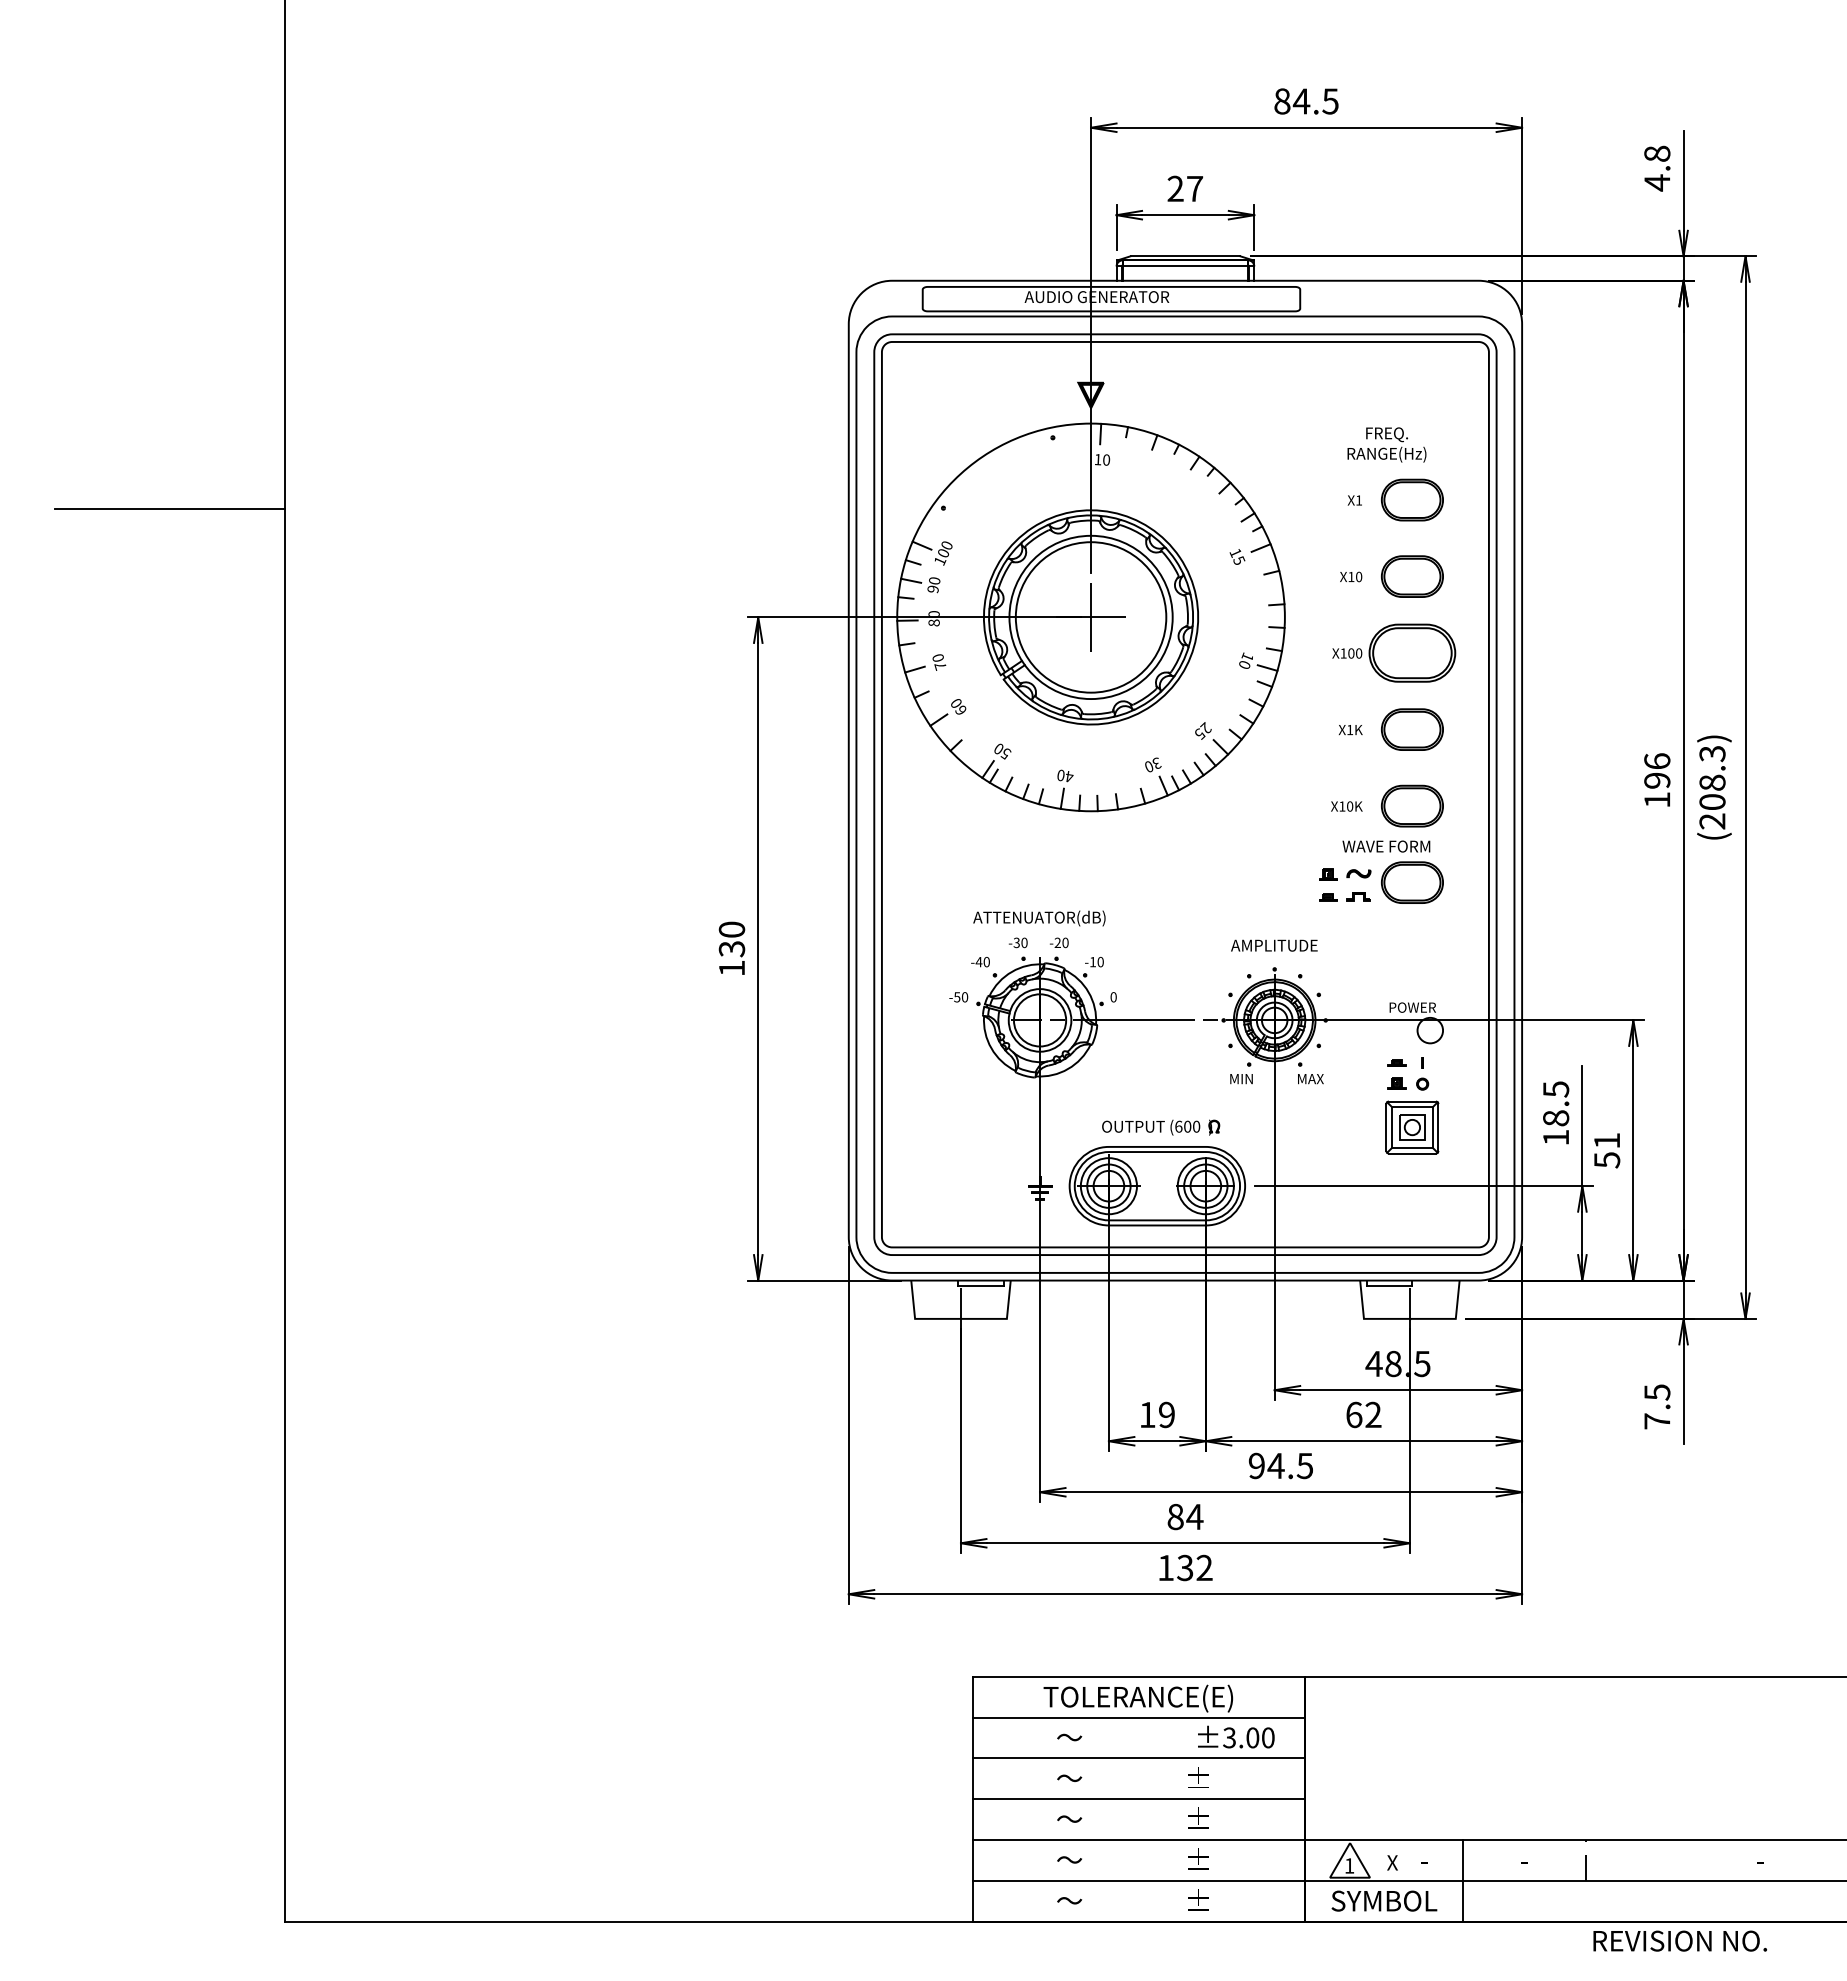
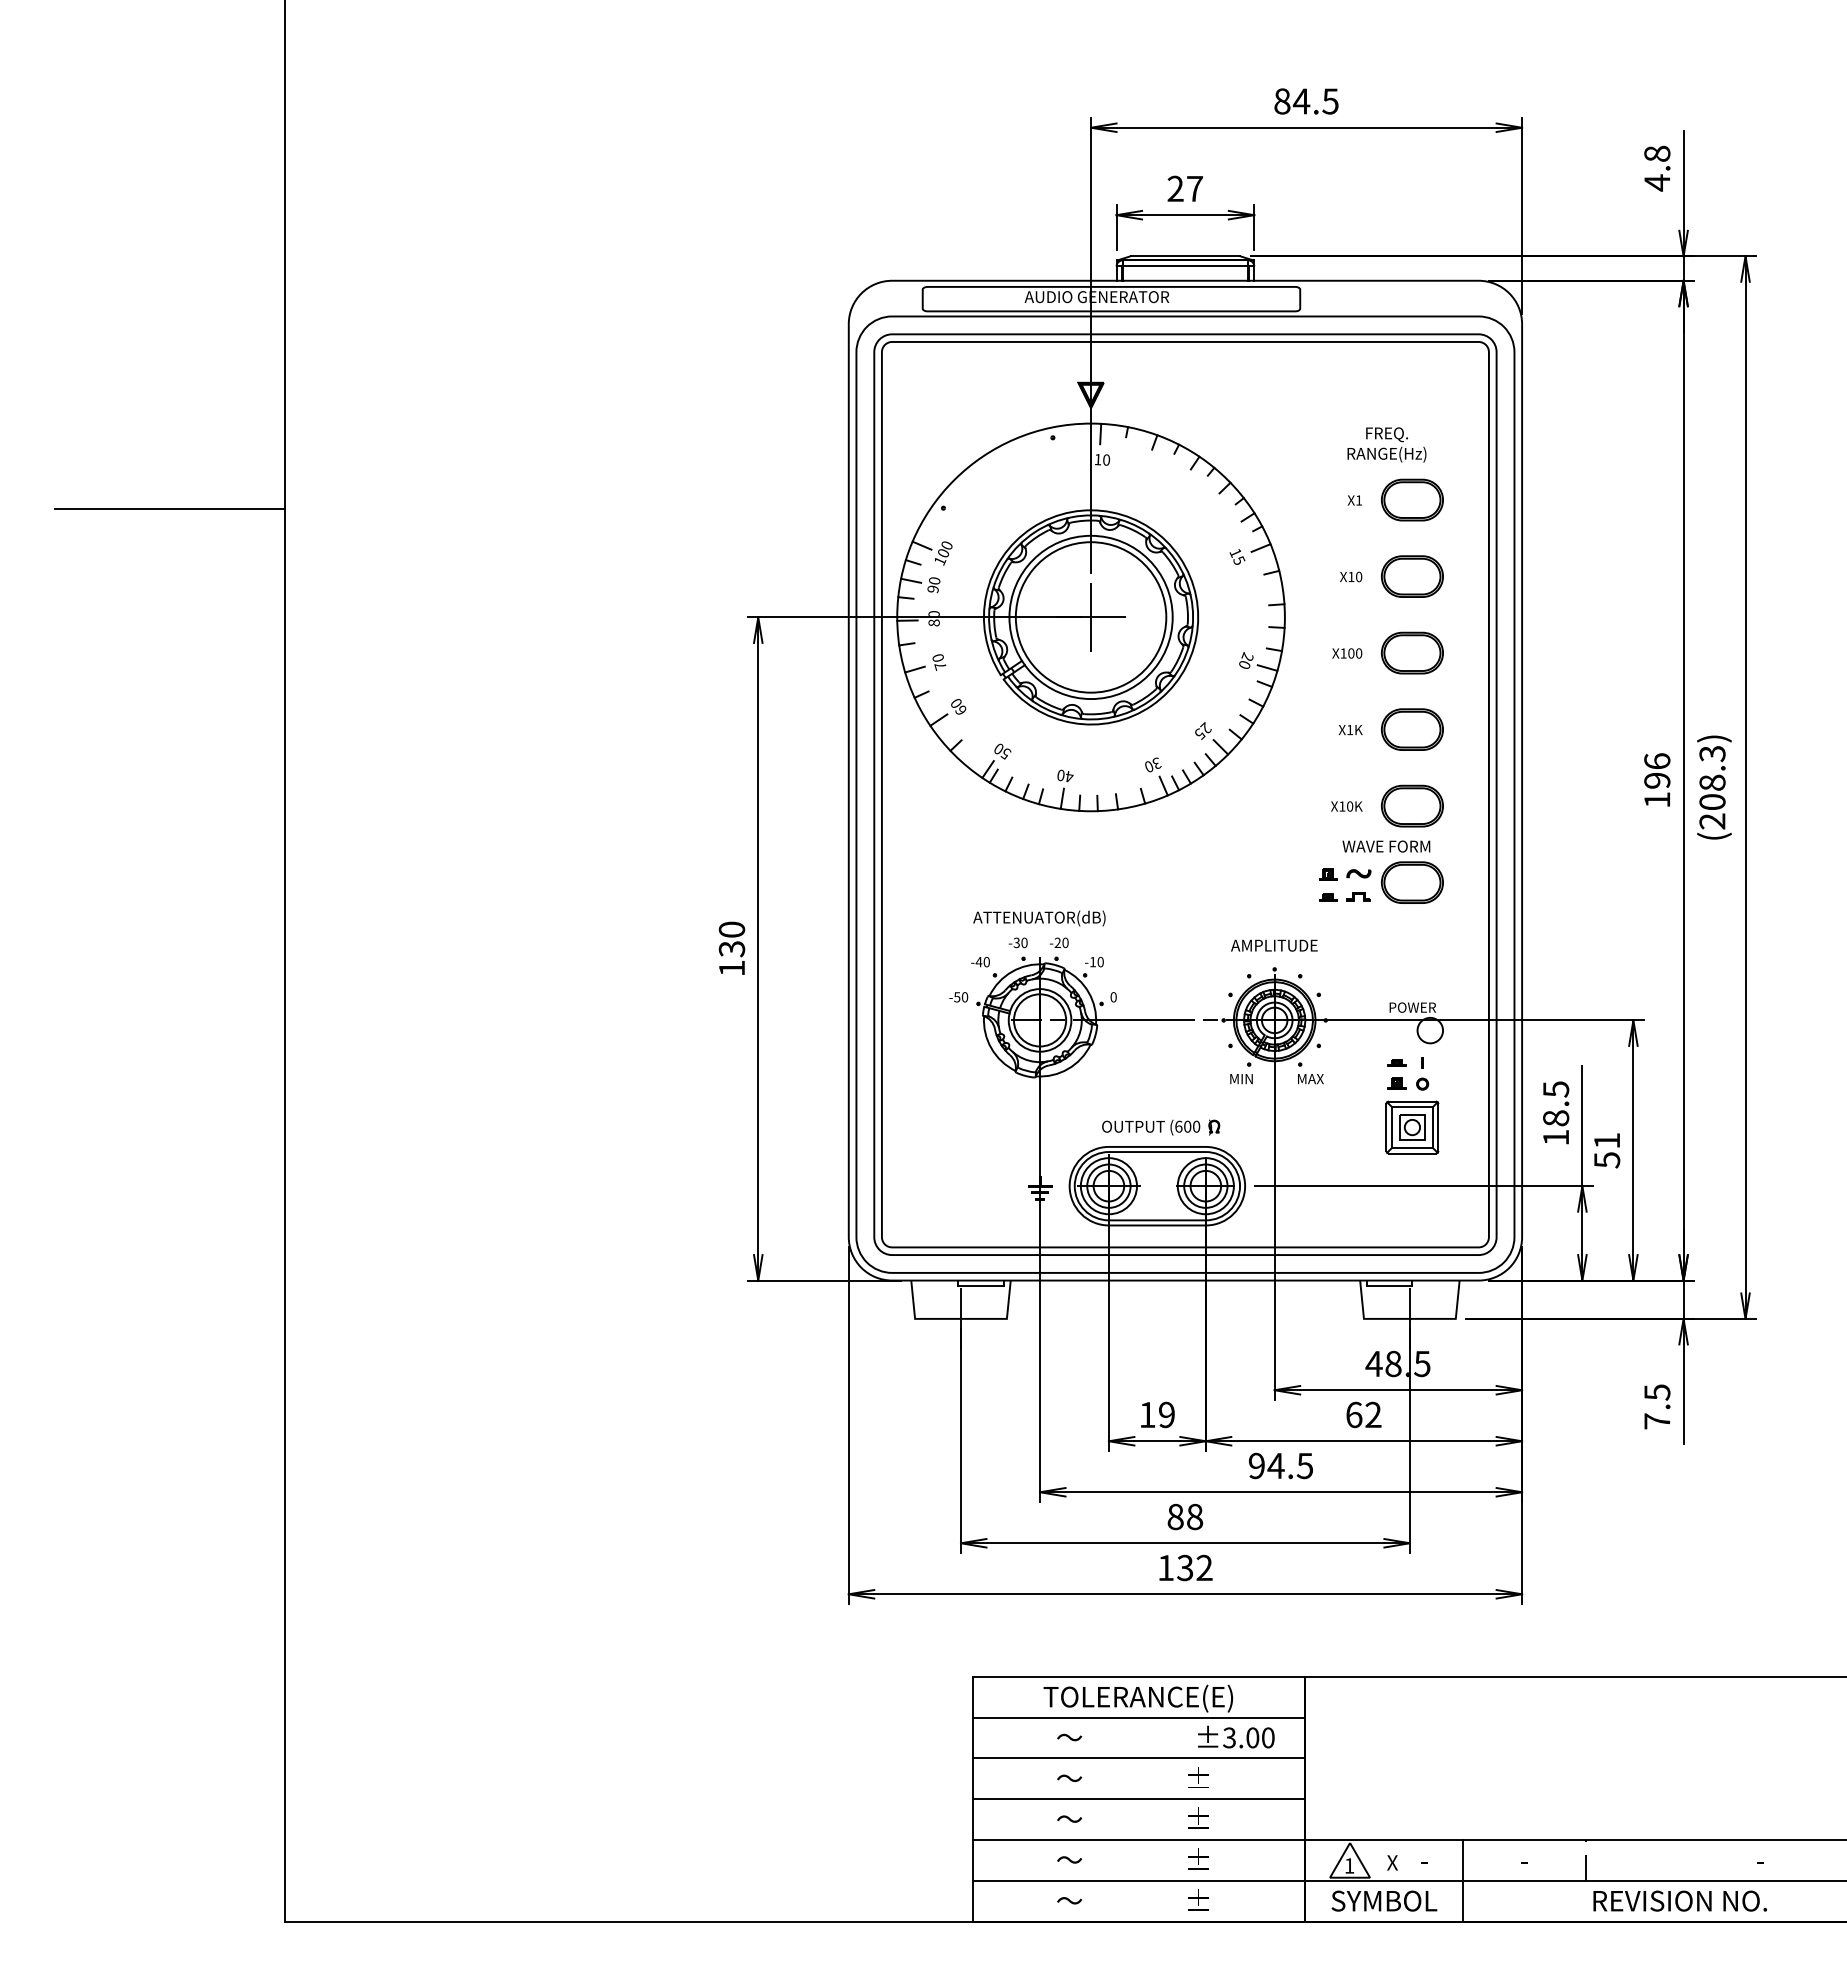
part at (1412, 652) size: 89x60 px -> 63x44 px
text at (1247, 656): 10 -> 20
text at (1194, 1516): 84 -> 88
text at (1679, 1940) position: (1679, 1940) -> (1679, 1900)
